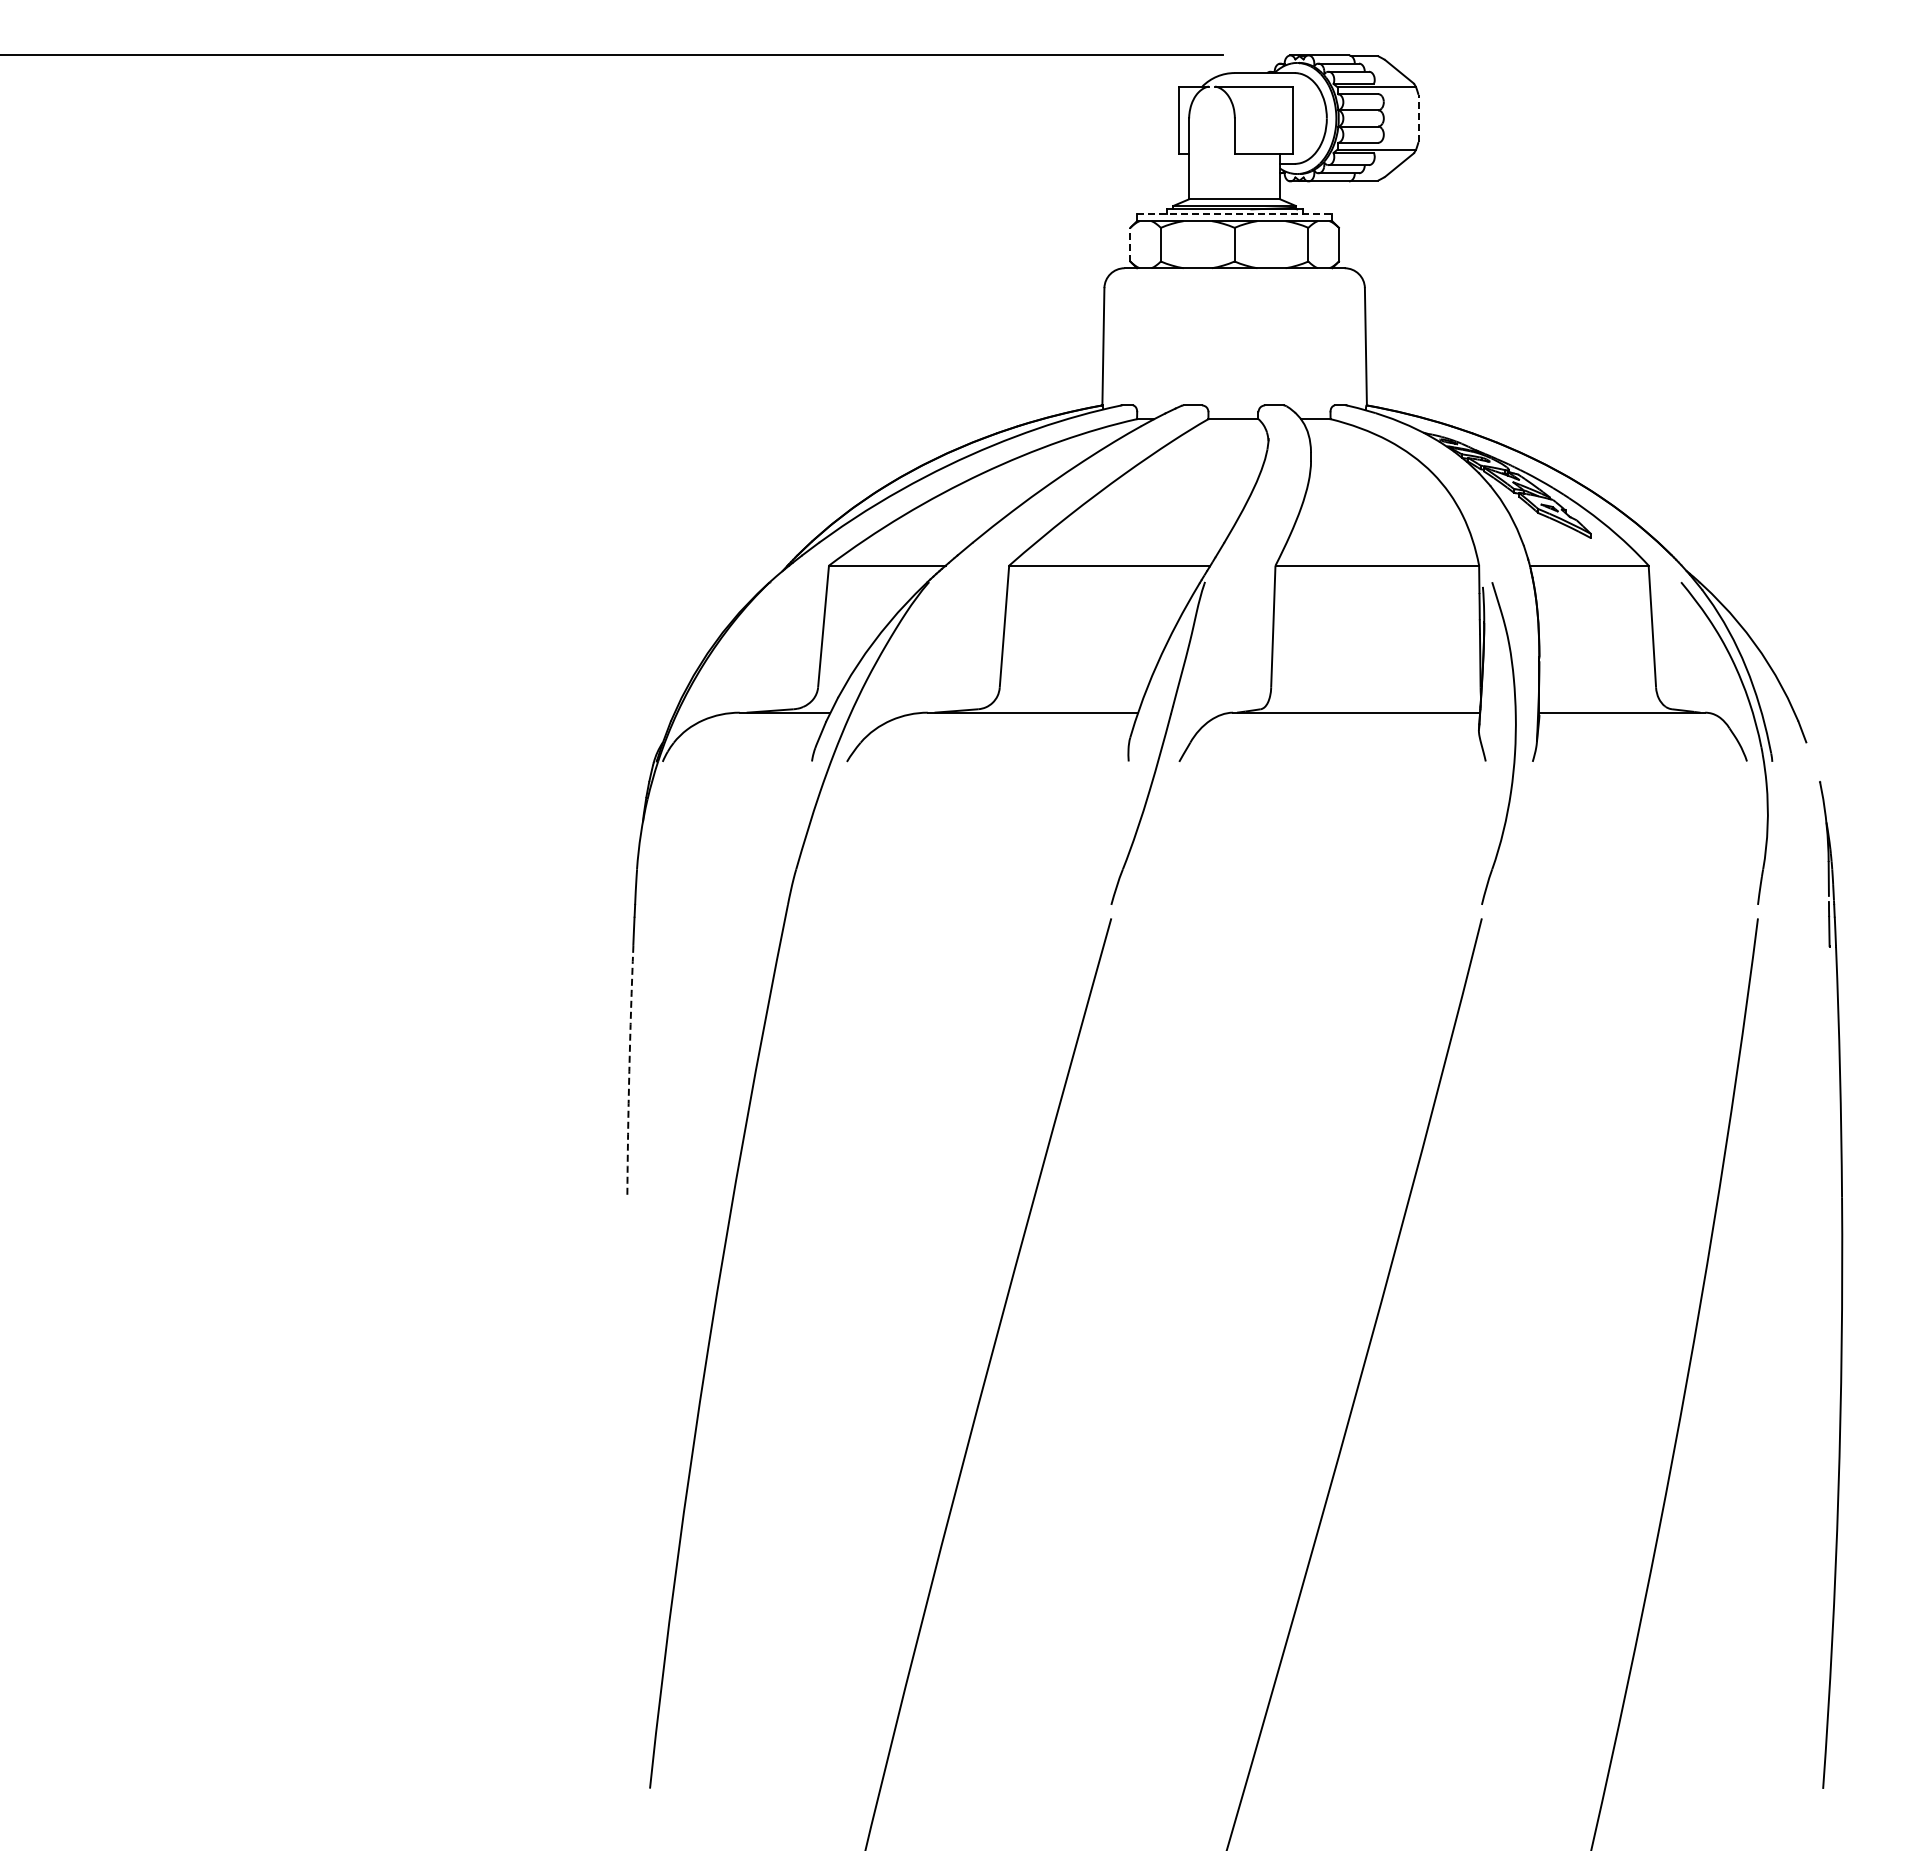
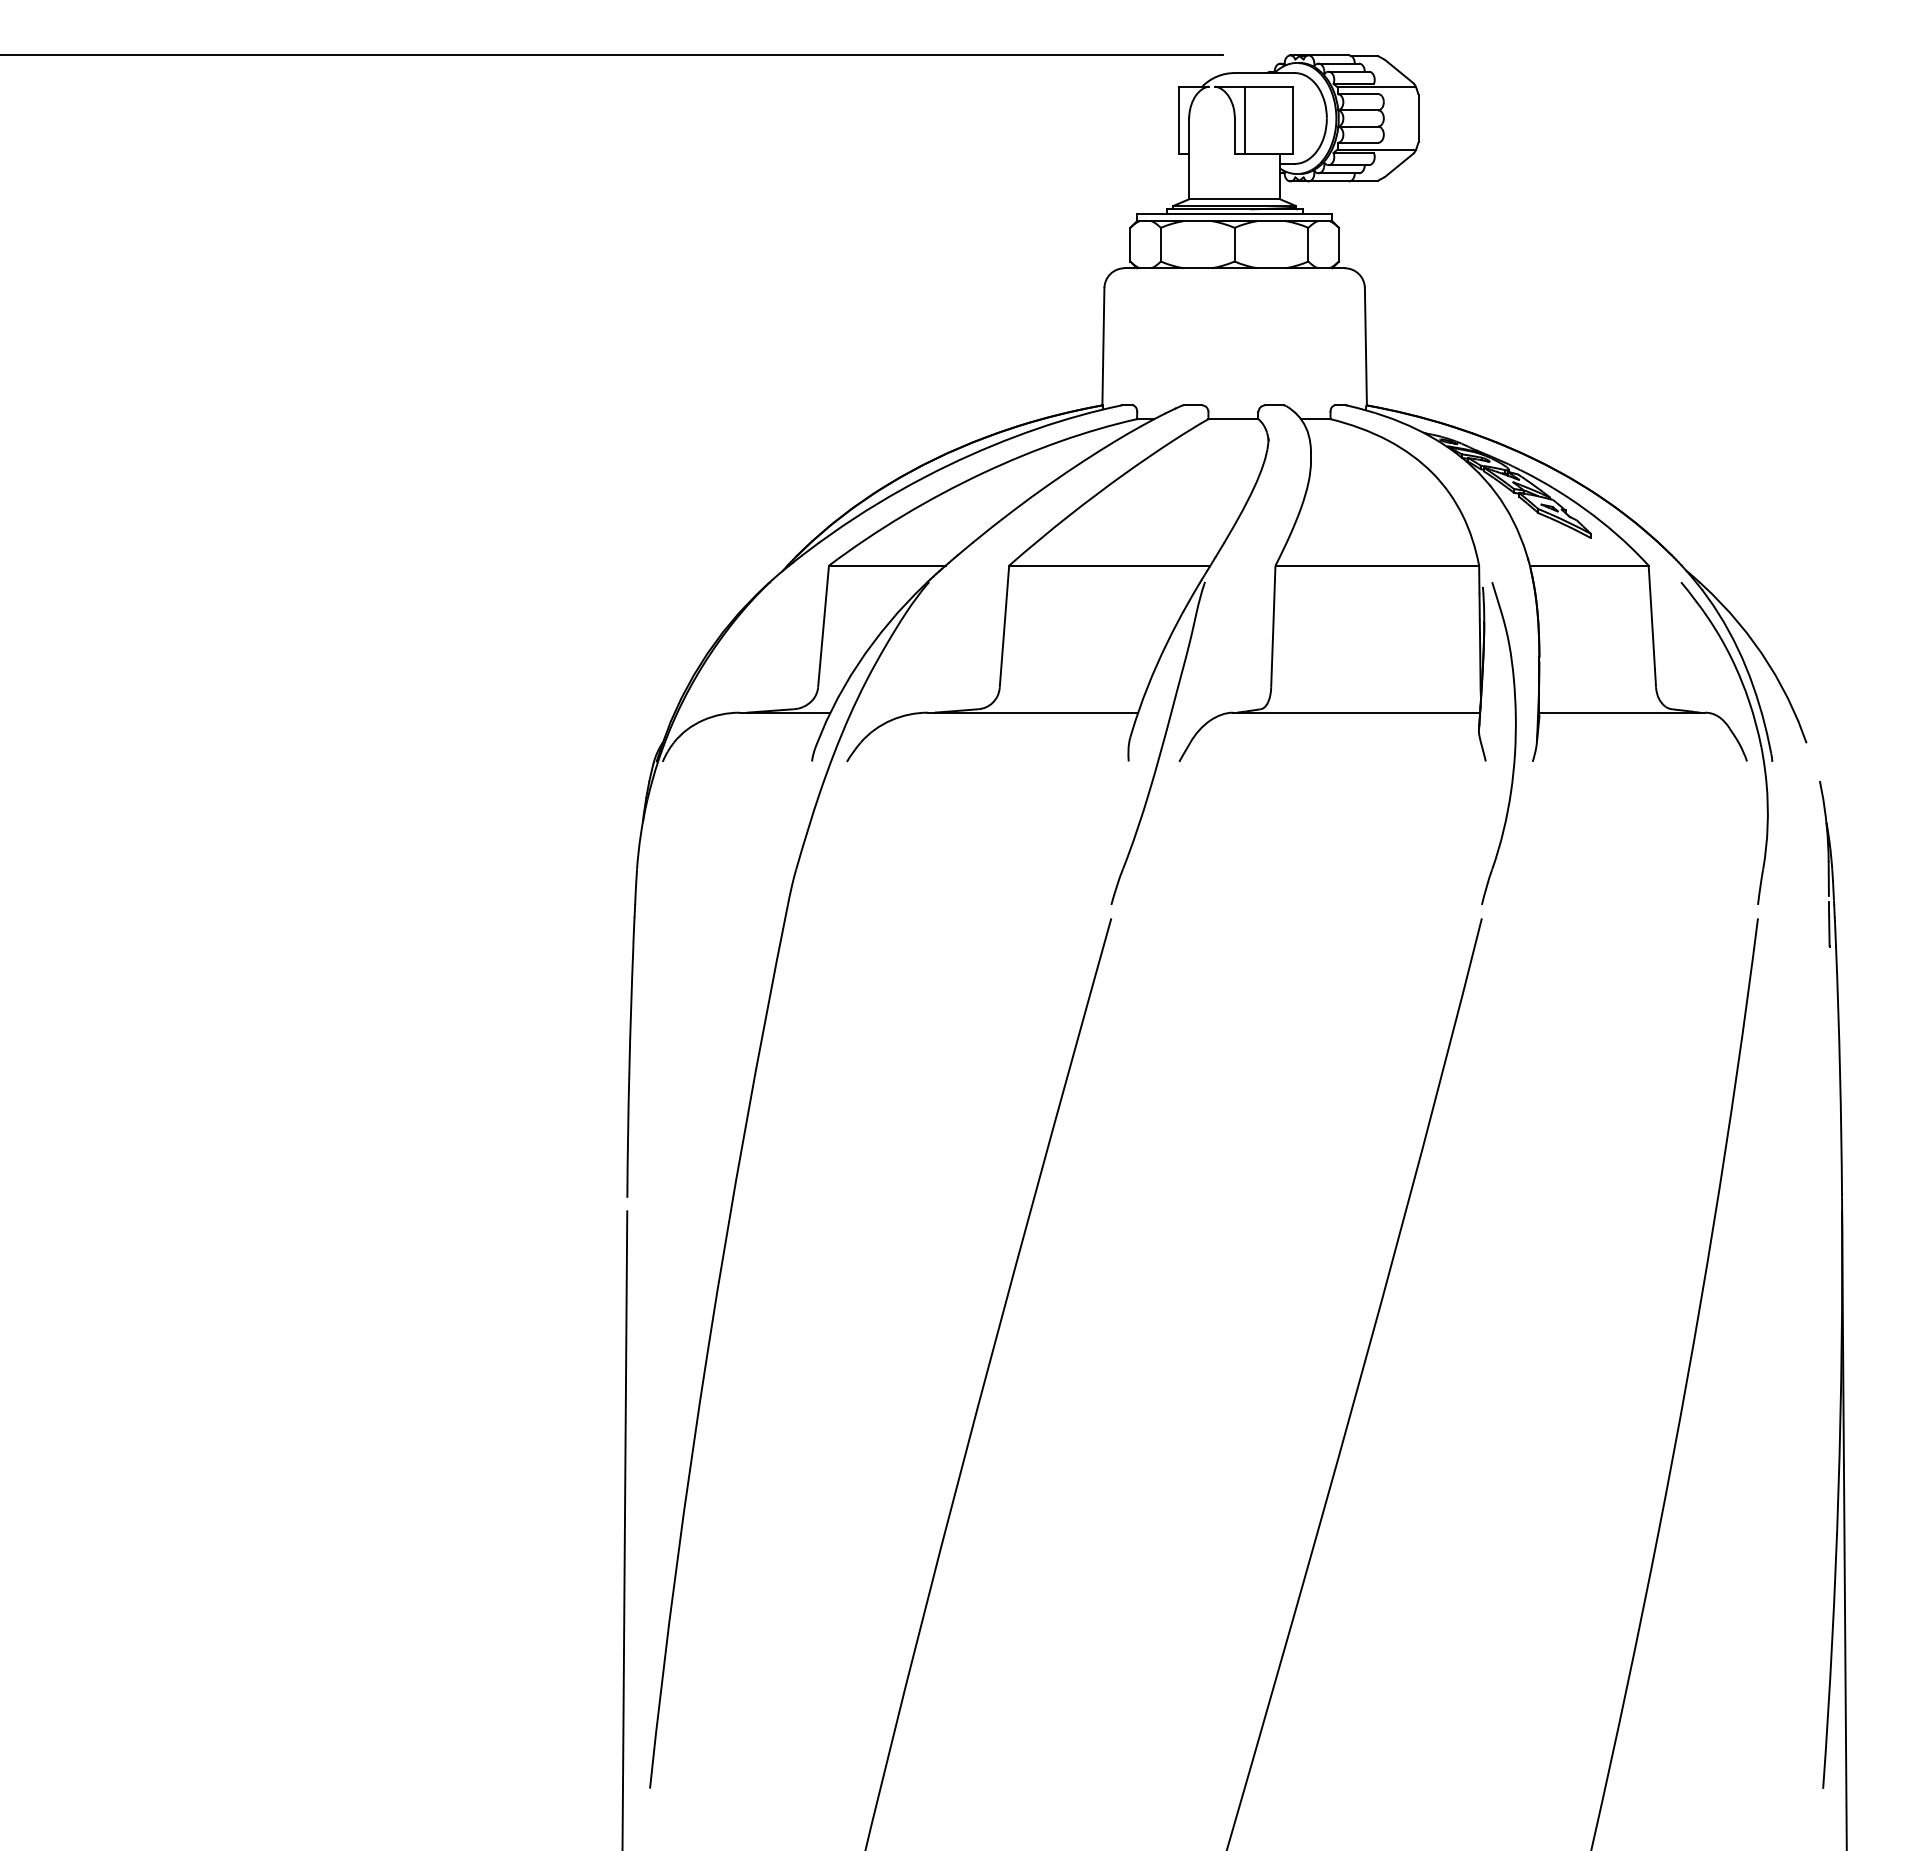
line at (1418, 118): dashed -> solid
line at (1245, 119): none -> present
line at (1234, 214): dashed -> solid
line at (1130, 244): dashed -> solid
arc at (629, 1071): dashed -> solid
line at (624, 1529): none -> present
line at (1844, 1529): none -> present
